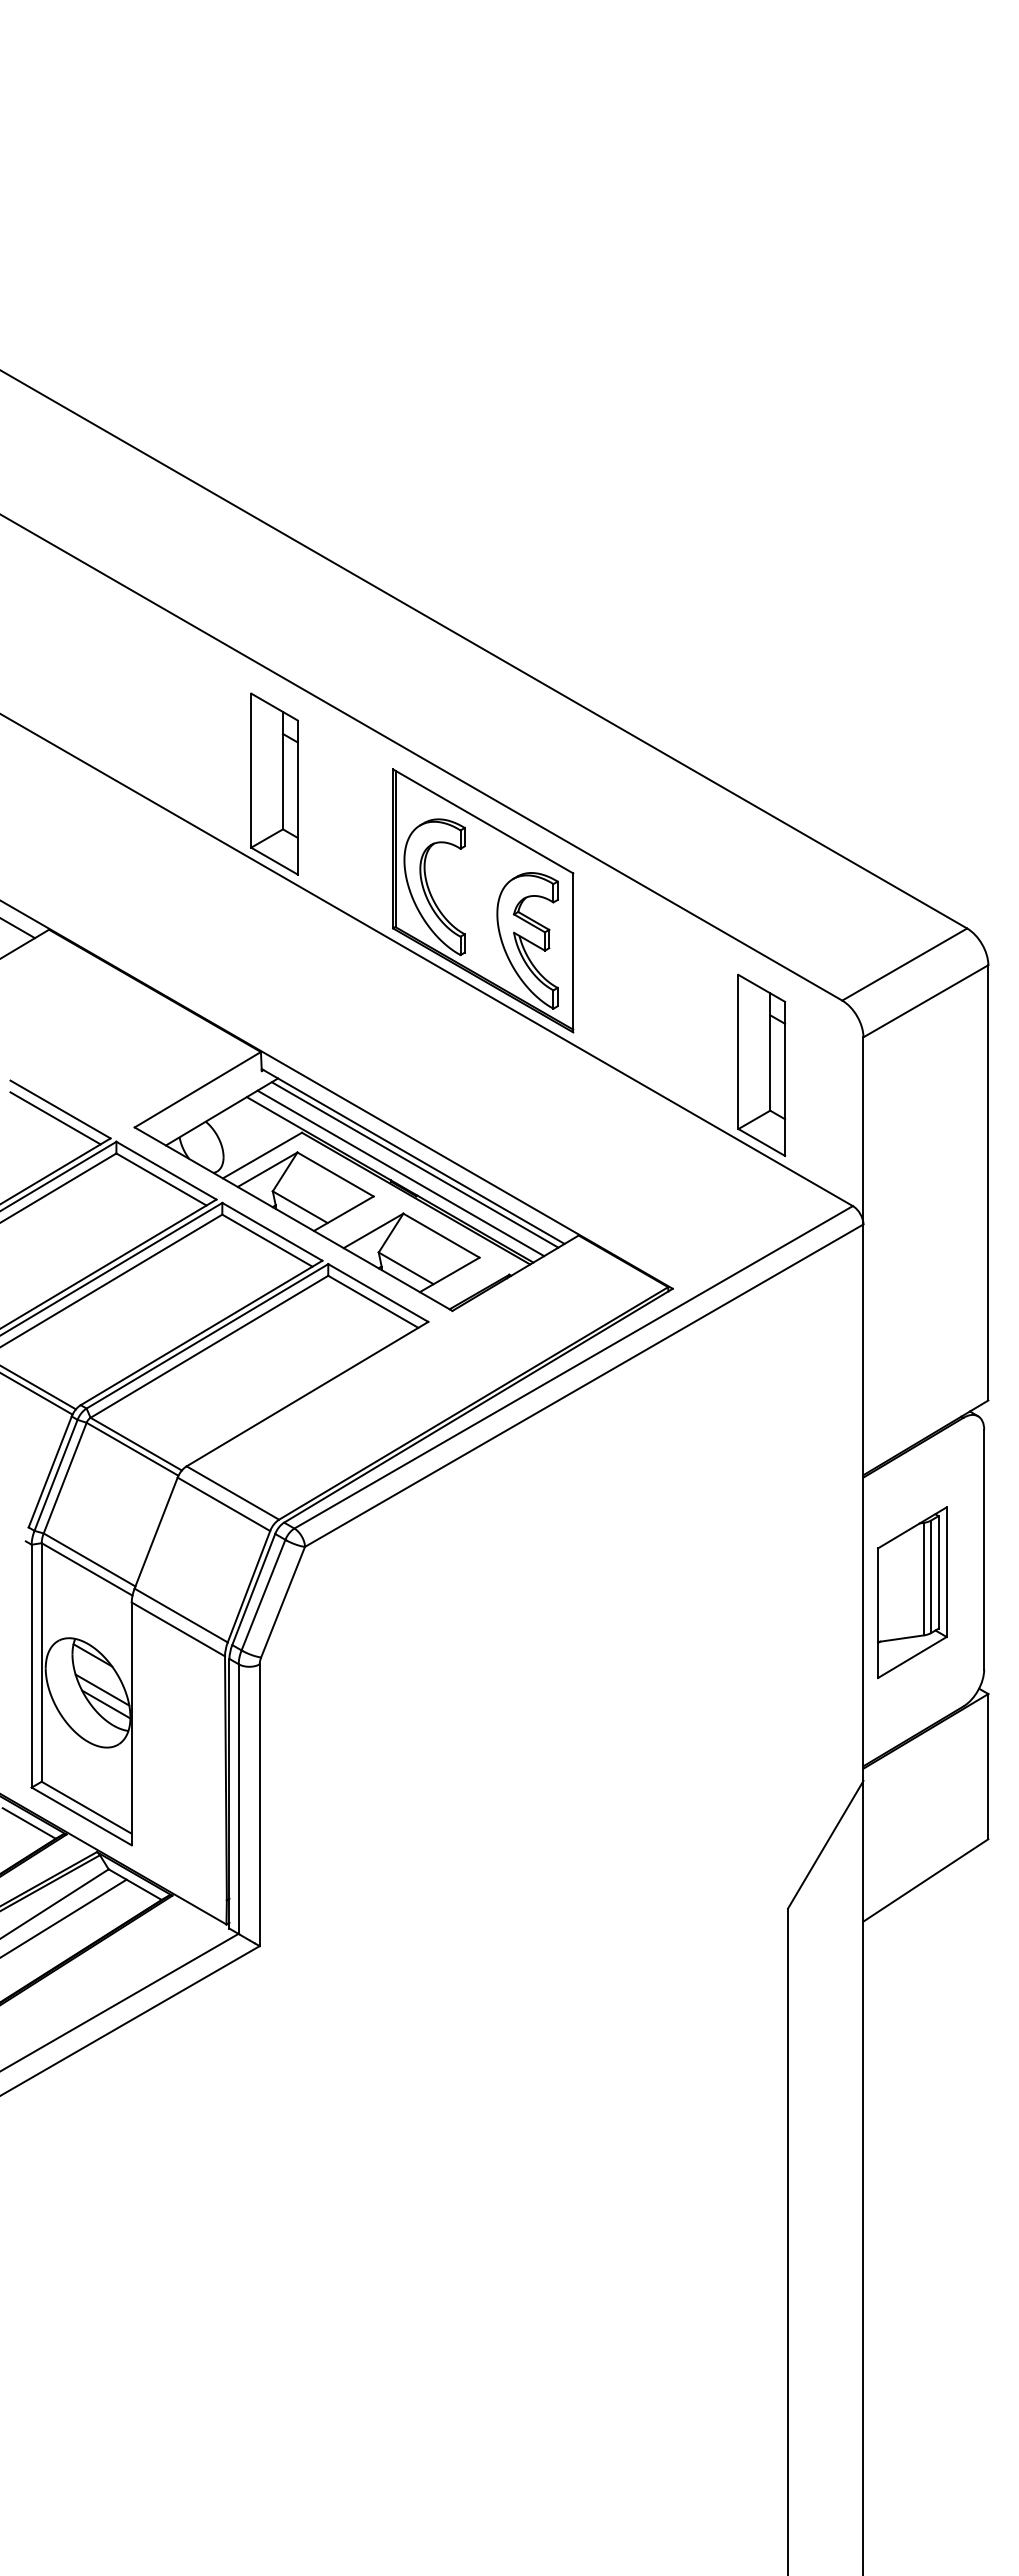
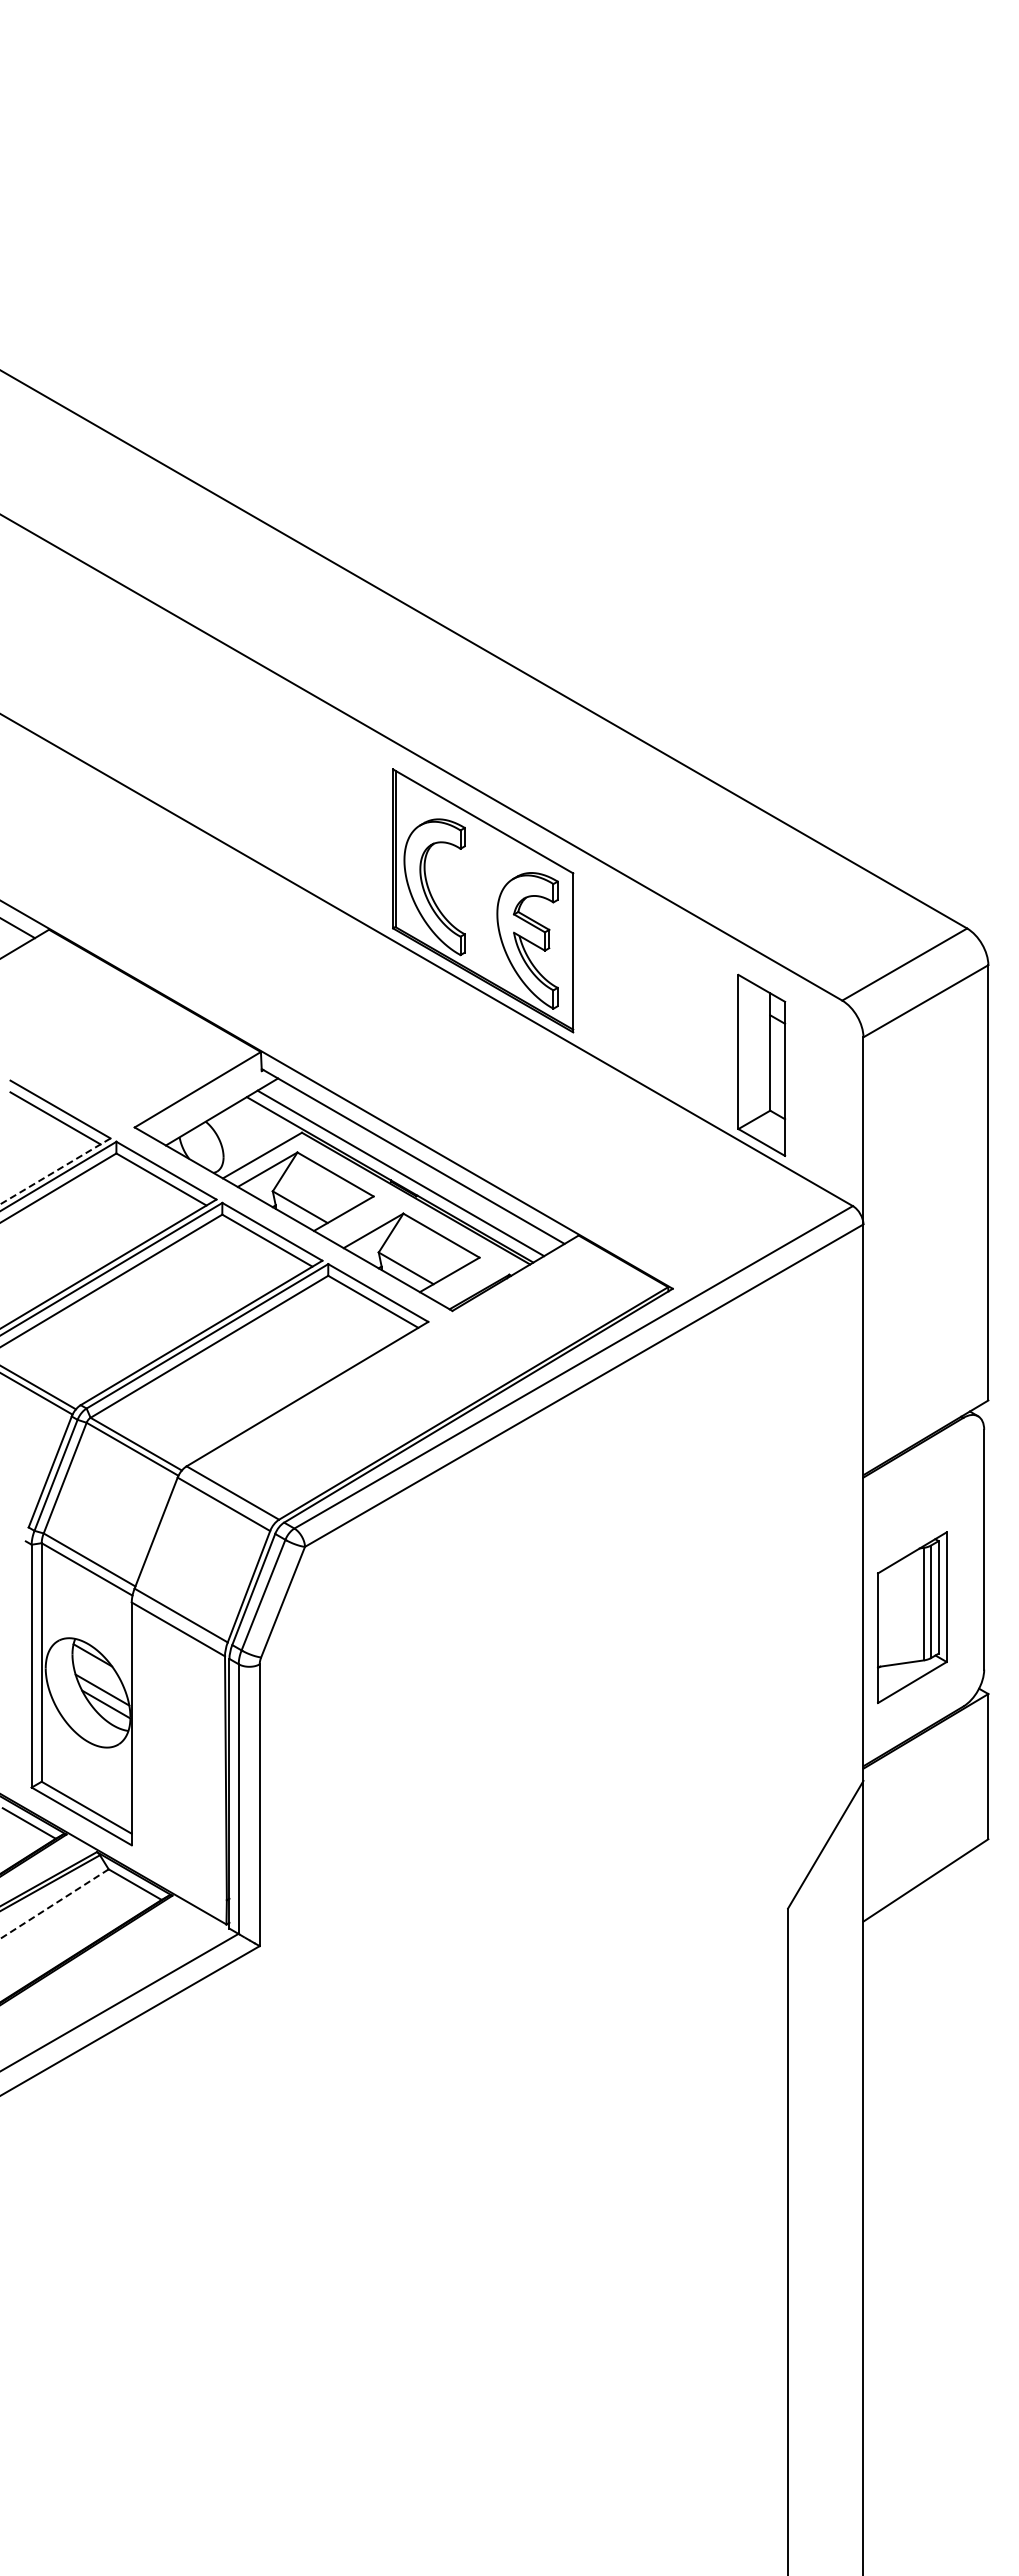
part at (274, 783): present -> none
line at (414, 1164): present -> none
line at (54, 1171): solid -> dashed
part at (912, 1592) position: (912, 1592) -> (912, 1617)
line at (54, 1904): solid -> dashed
line at (64, 1917): present -> none
